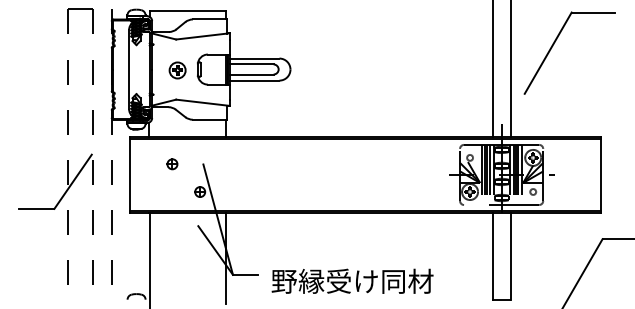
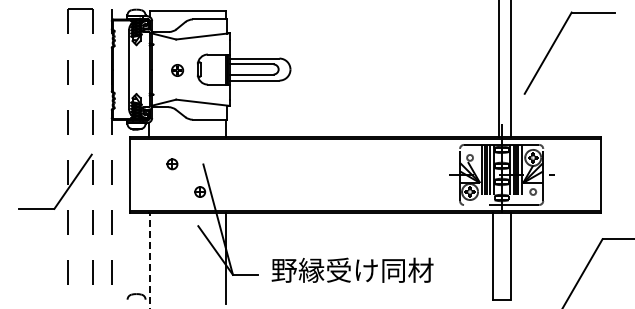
line at (492, 69) position: (492, 69) -> (498, 69)
part at (177, 70) size: 19x19 px -> 14x13 px
line at (149, 260): solid -> dashed
text at (352, 280) position: (352, 280) -> (352, 269)
